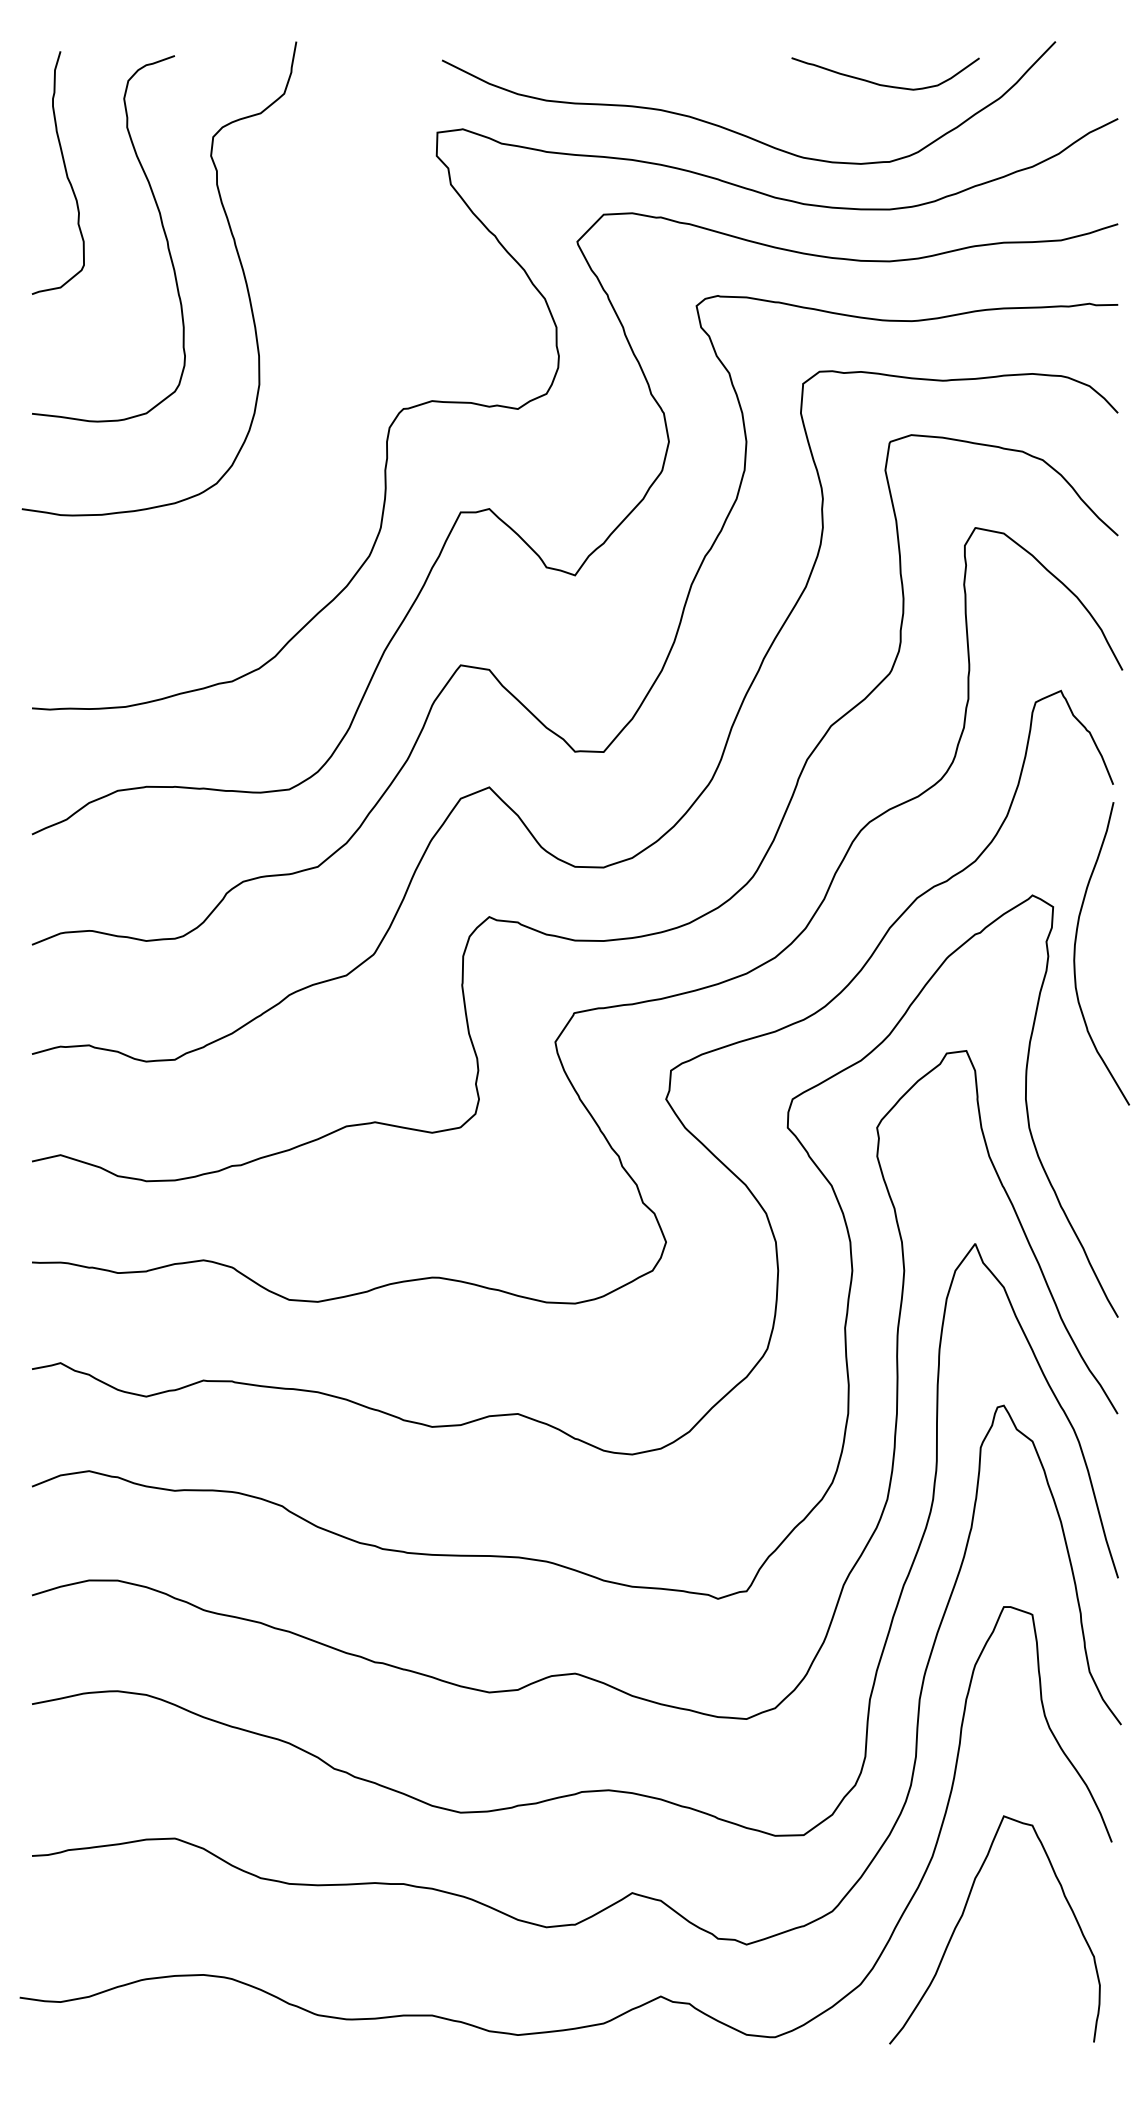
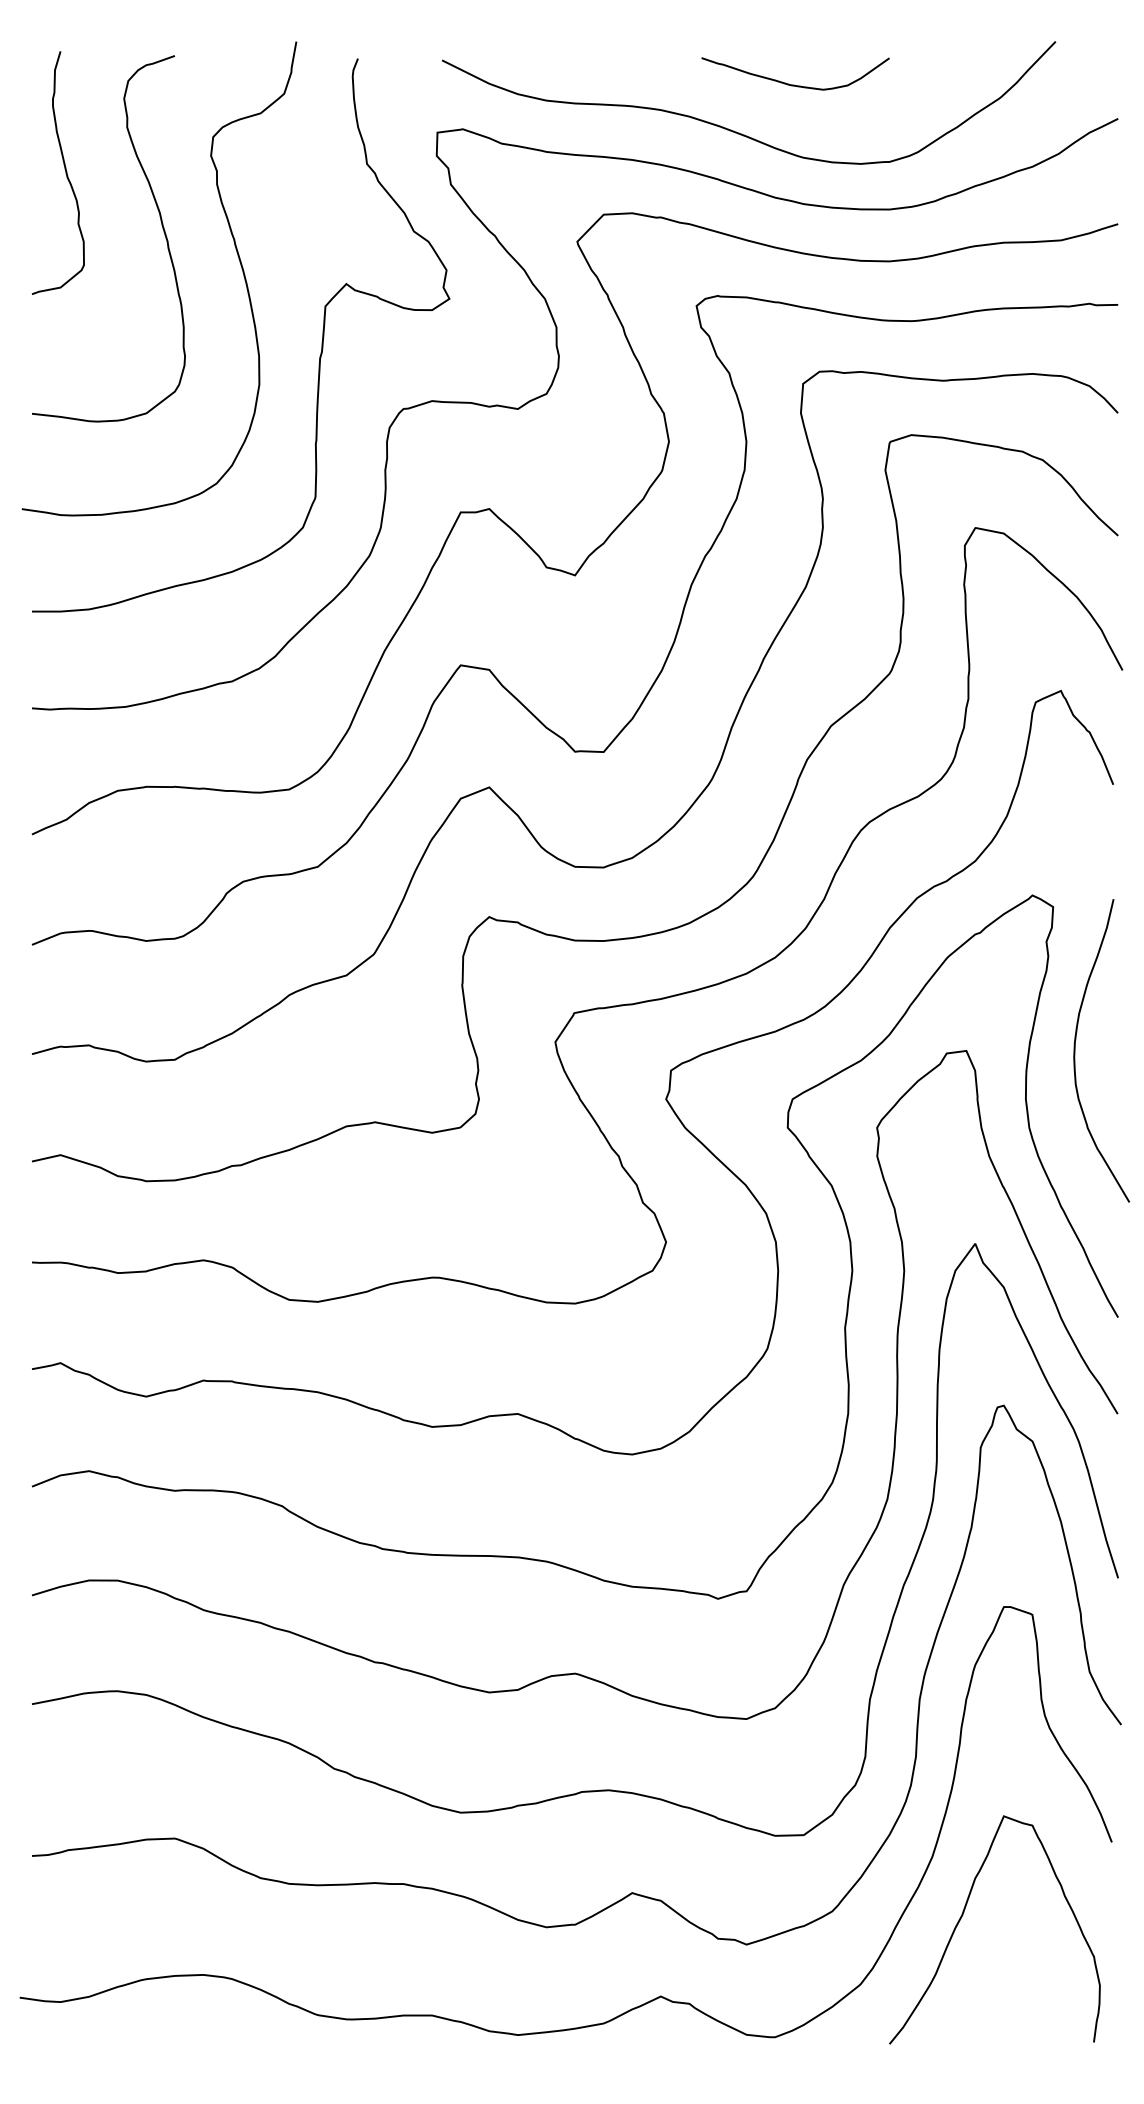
curve at (884, 84) position: (884, 84) -> (794, 84)
curve at (321, 342): none -> present
curve at (1075, 953) position: (1075, 953) -> (1075, 1050)
